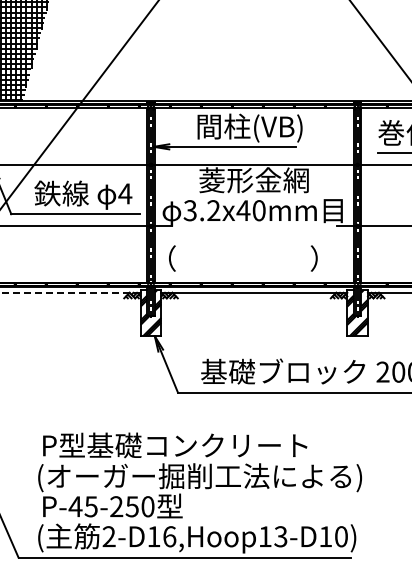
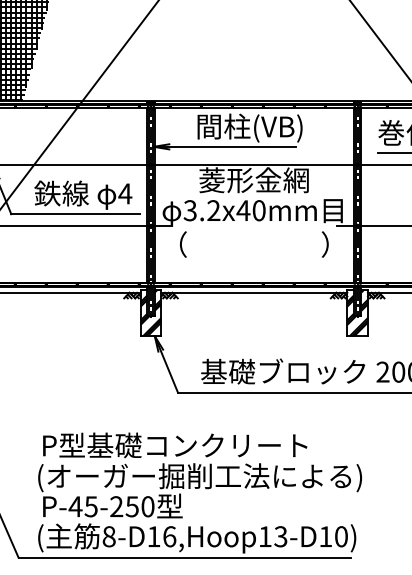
text at (243, 258) position: (243, 258) -> (254, 244)
line at (70, 292): dashed -> solid
text at (108, 536): 2-D16,Hoop13-D10) -> 8-D16,Hoop13-D10)
